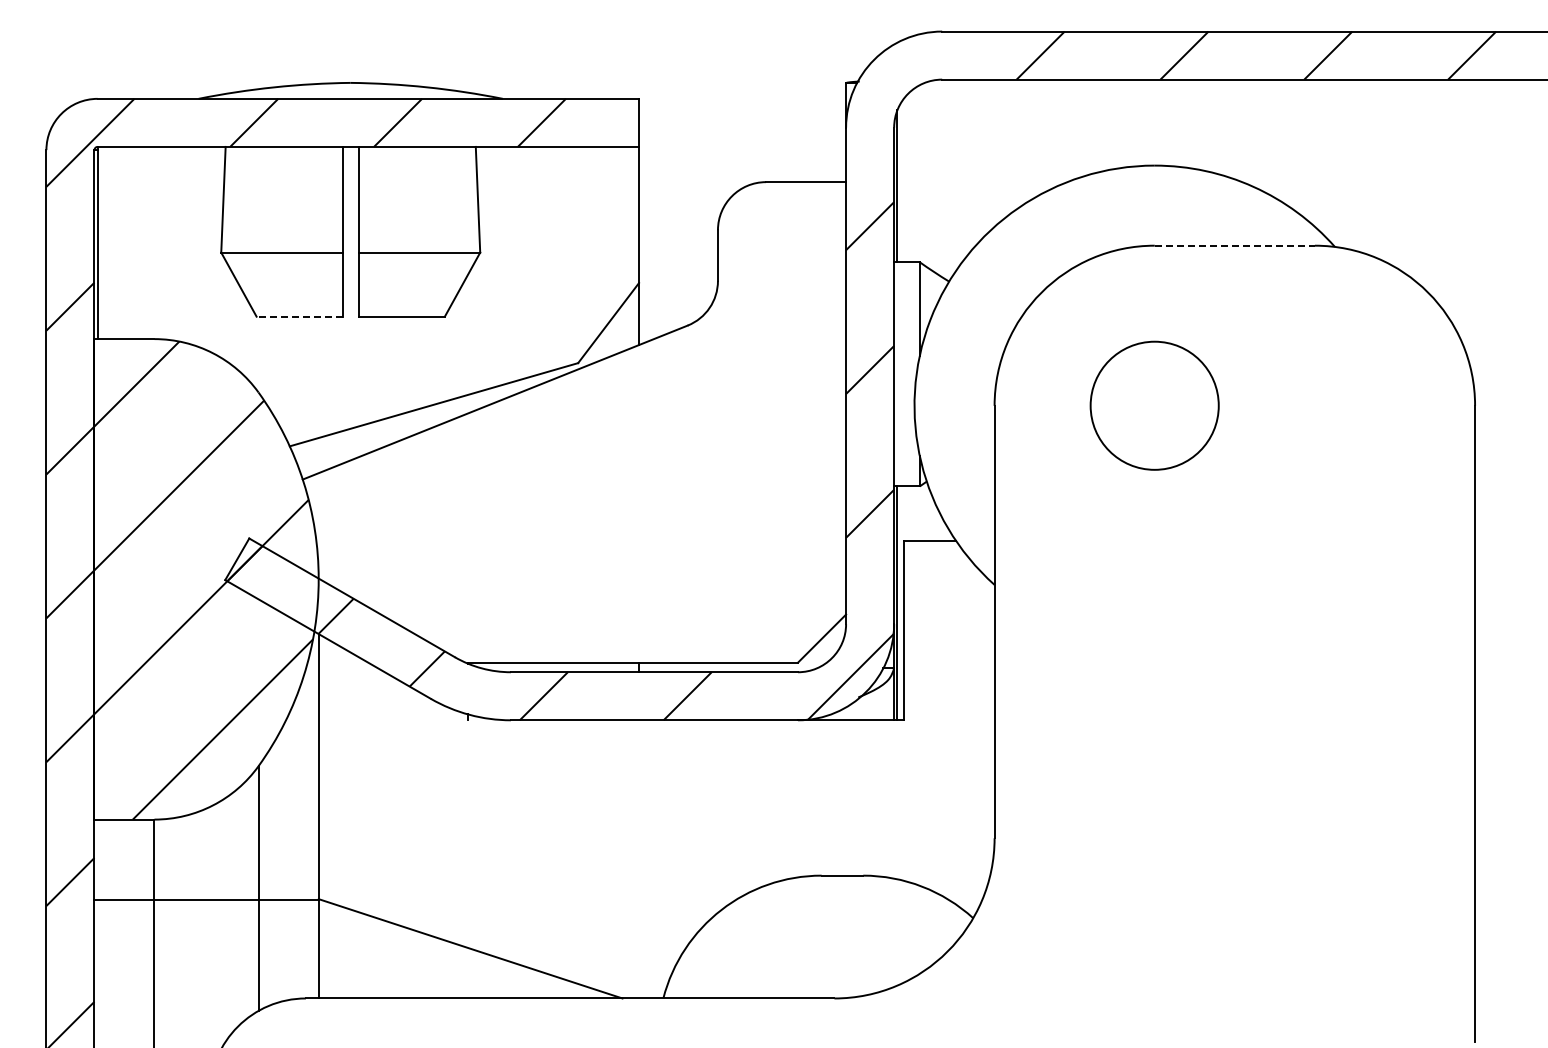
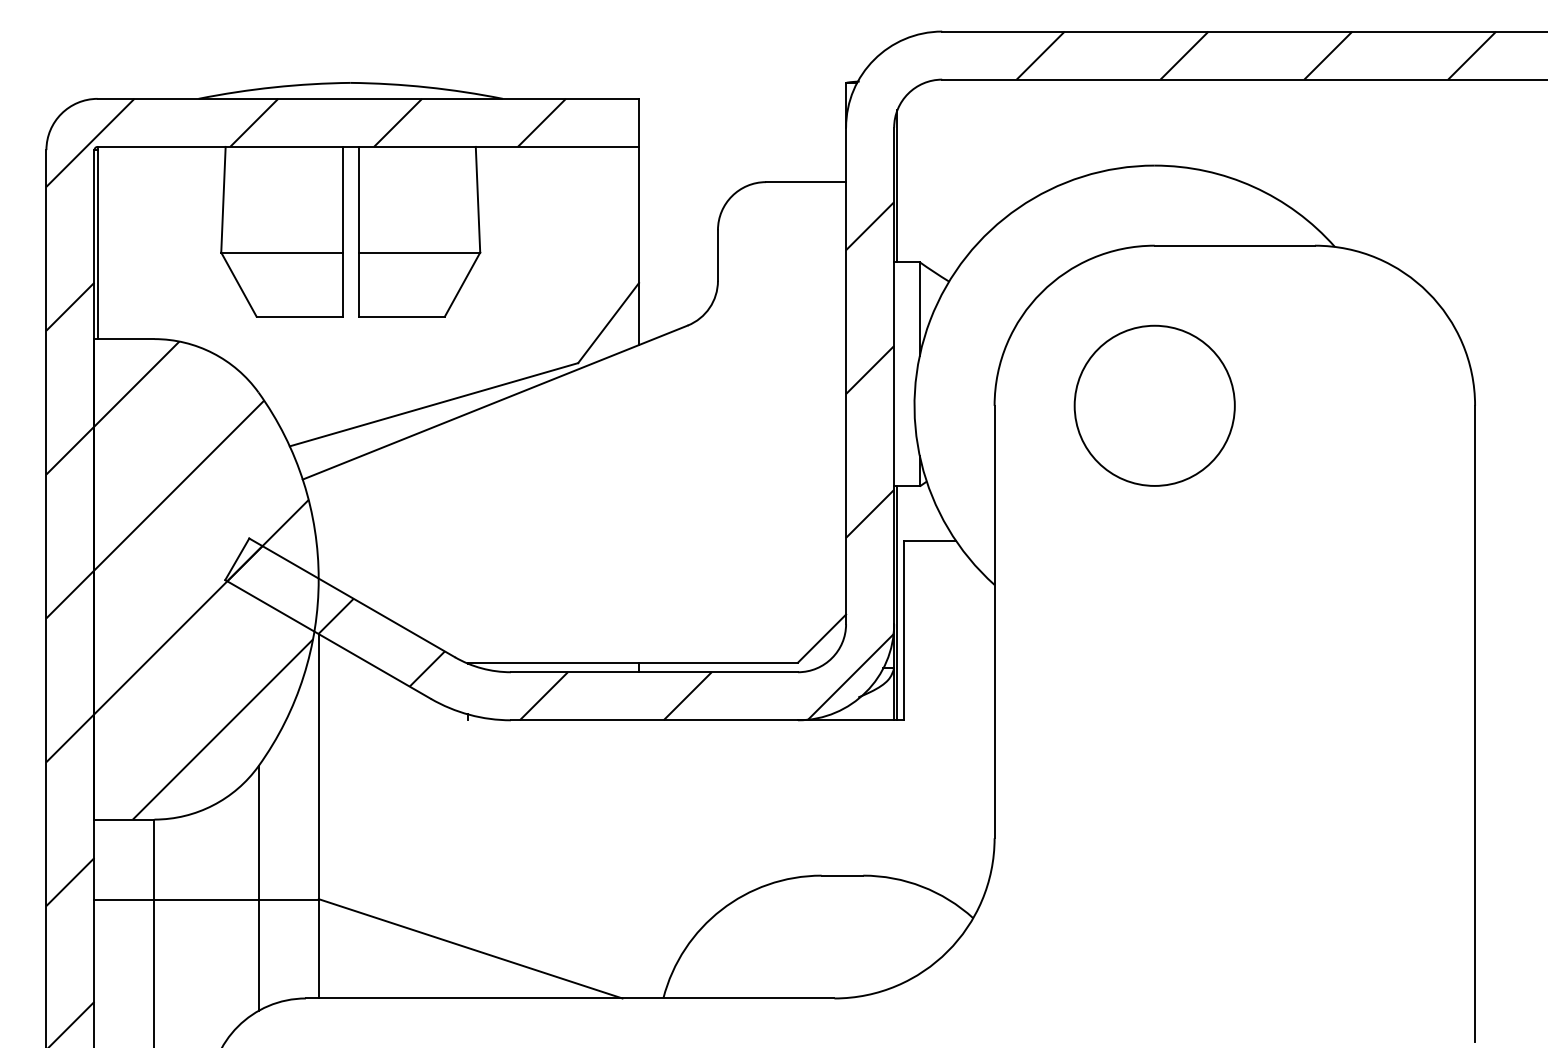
line at (1235, 245): dashed -> solid
line at (299, 316): dashed -> solid
circle at (1154, 405) size: 131x131 px -> 163x163 px
